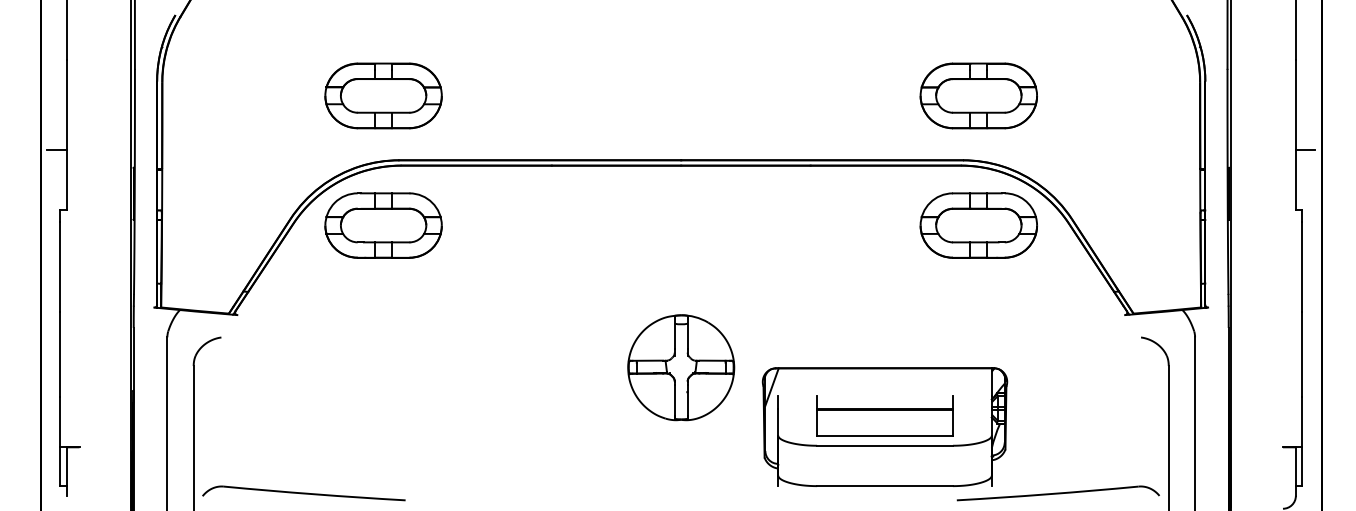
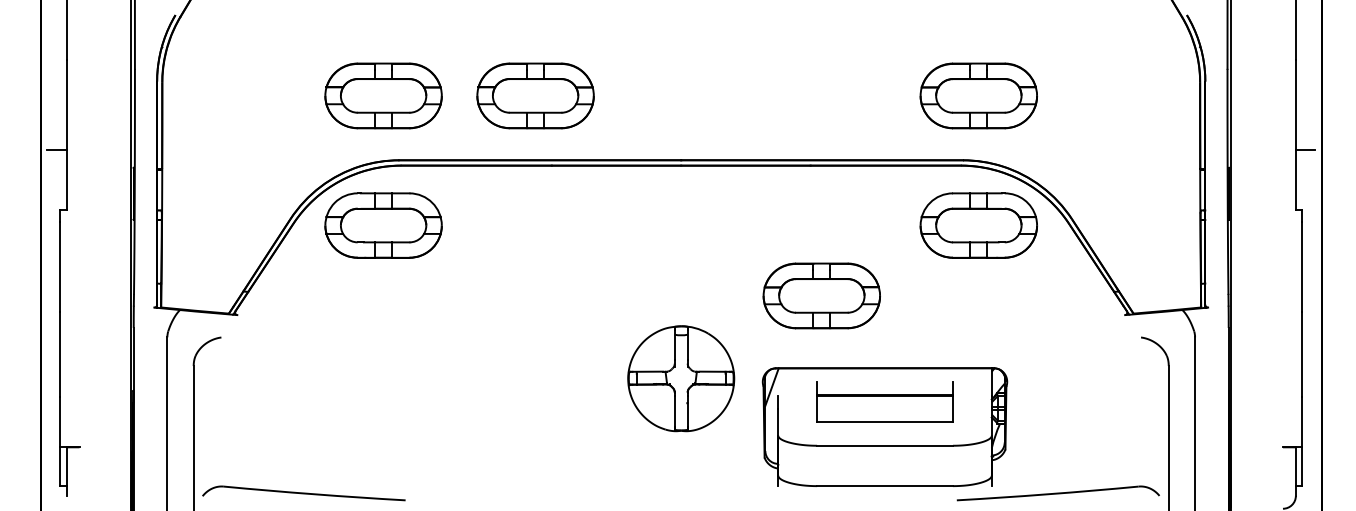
part at (535, 95): none -> present
part at (821, 295): none -> present
part at (681, 367) position: (681, 367) -> (681, 378)
part at (884, 415) position: (884, 415) -> (884, 401)
